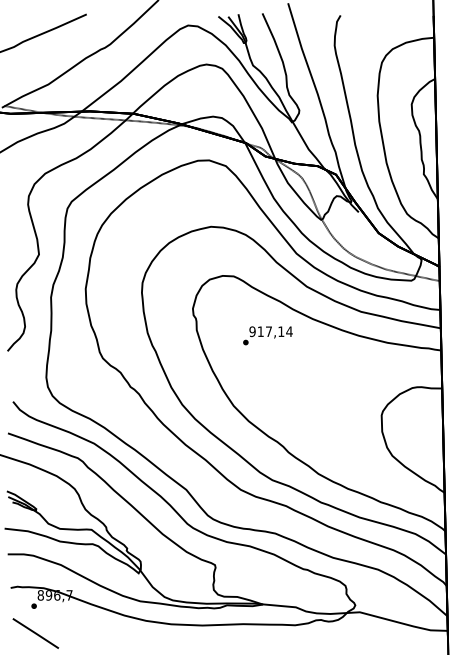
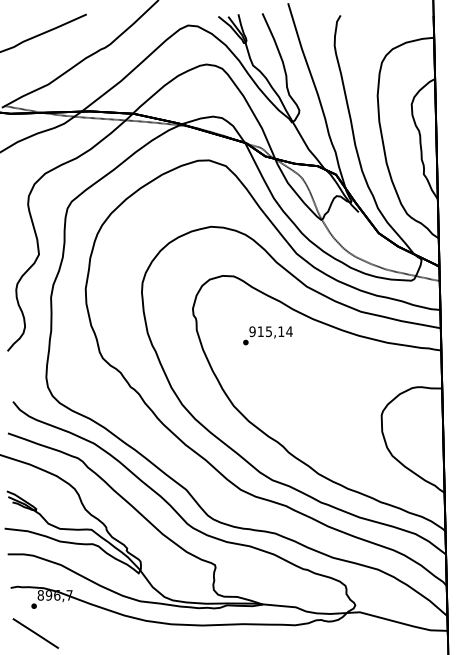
text at (268, 331): 917,14 -> 915,14
